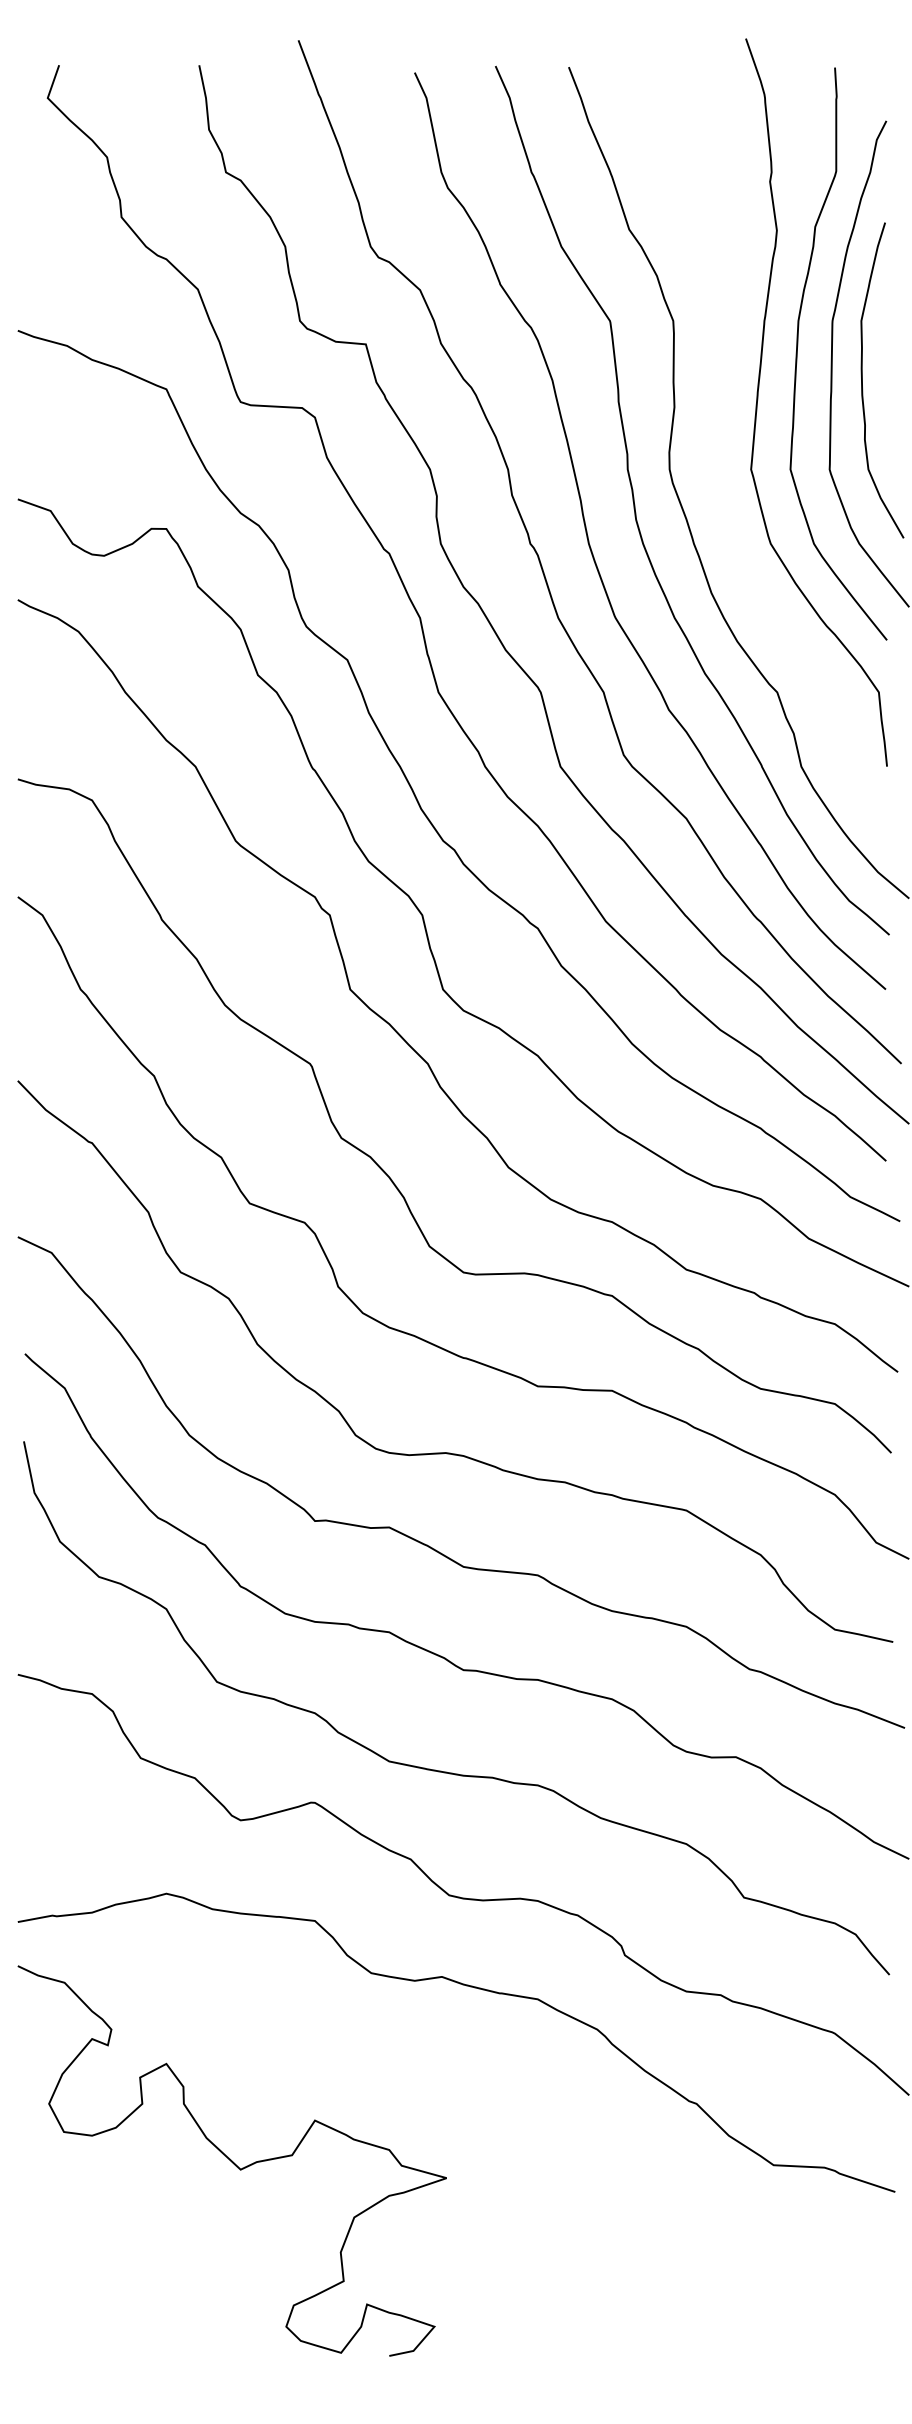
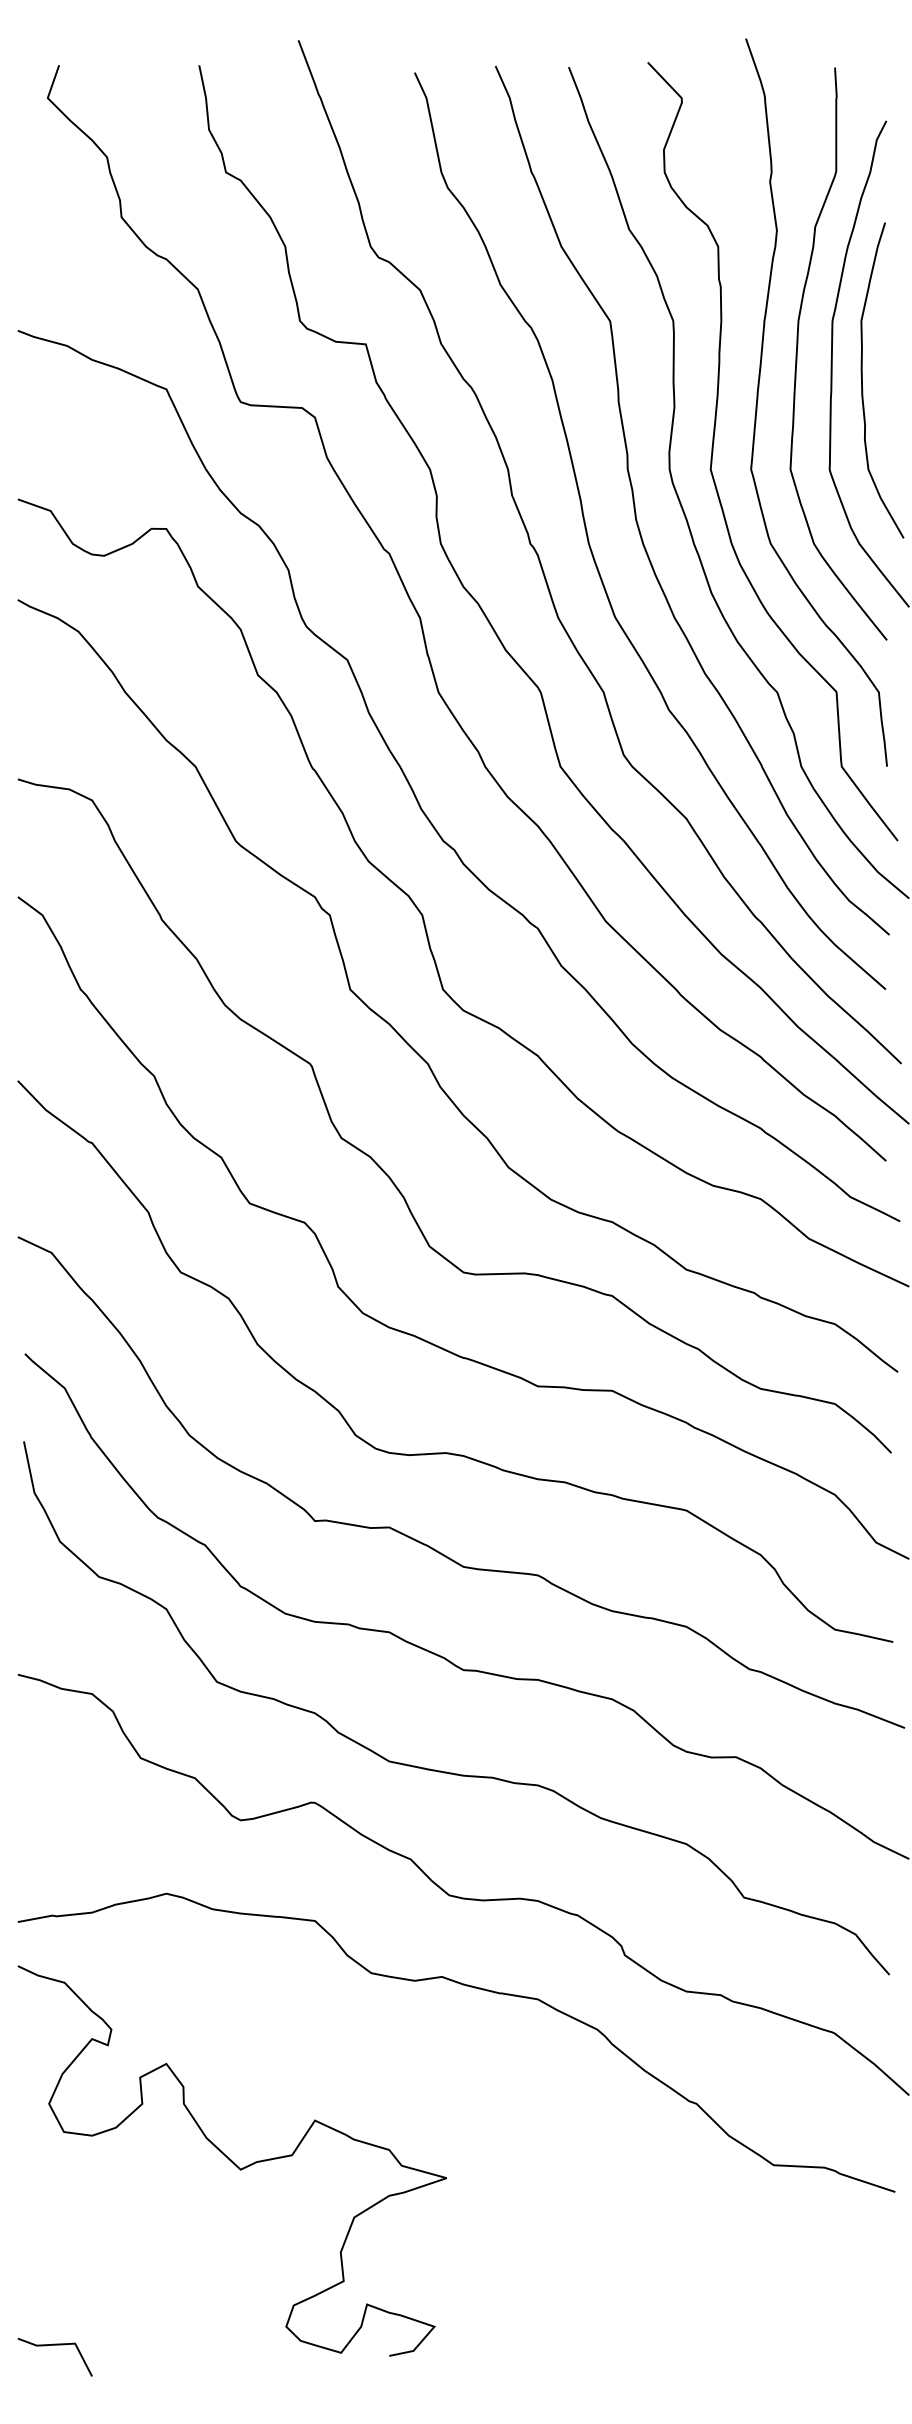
curve at (714, 441): none -> present
line at (54, 2345): none -> present
